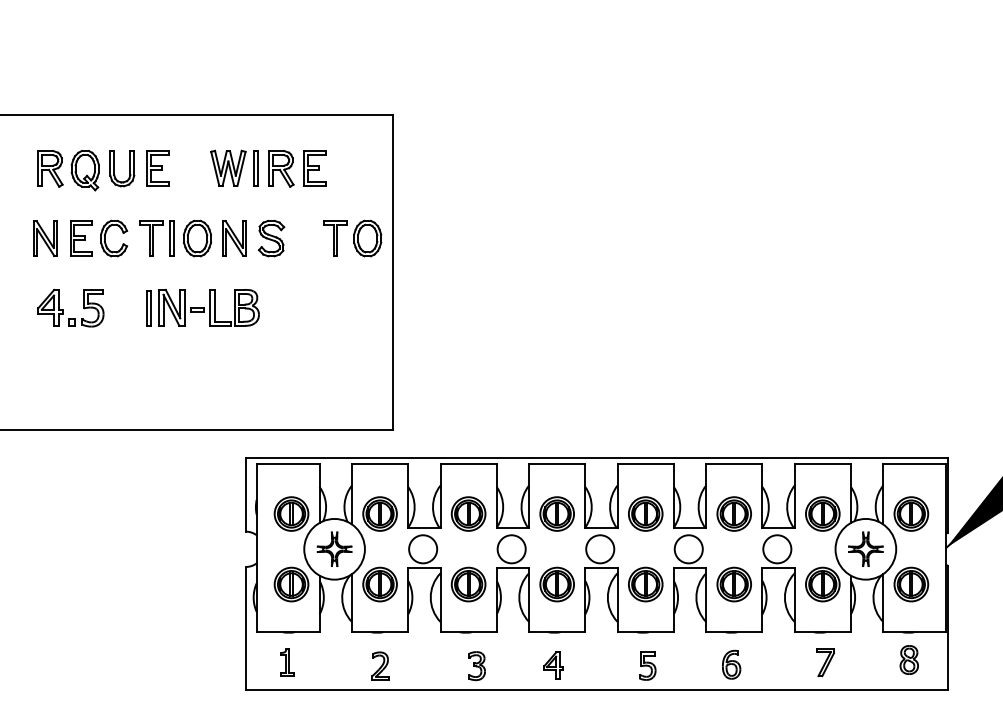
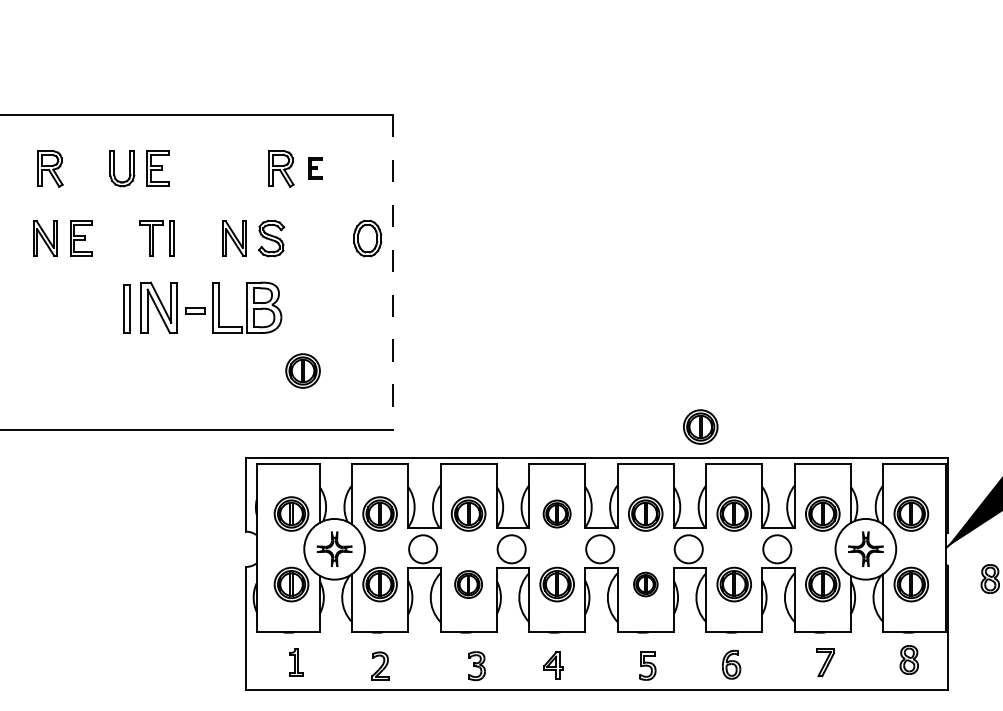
part at (234, 167): present -> none
part at (314, 168) size: 24x37 px -> 15x23 px
part at (84, 170): present -> none
part at (106, 234): present -> none
part at (197, 238): present -> none
part at (335, 238): present -> none
line at (393, 272): solid -> dashed
part at (202, 307) size: 114x38 px -> 160x53 px
part at (63, 309): present -> none
part at (302, 370): none -> present
part at (700, 426): none -> present
part at (556, 513) size: 36x36 px -> 30x30 px
part at (989, 578): none -> present
part at (468, 584) size: 37x37 px -> 29x29 px
part at (645, 584) size: 36x37 px -> 26x27 px
part at (287, 662) position: (287, 662) -> (296, 662)
